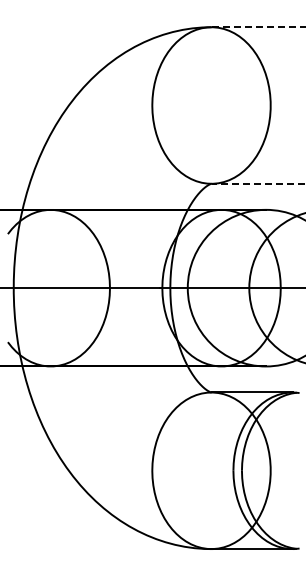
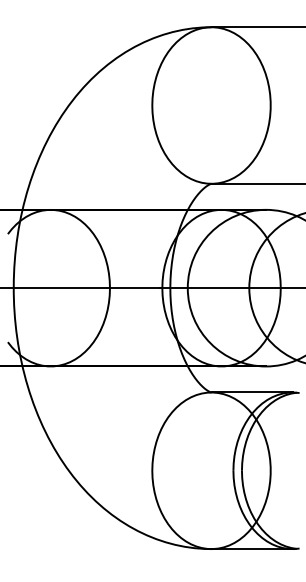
line at (258, 27): dashed -> solid
line at (258, 183): dashed -> solid
